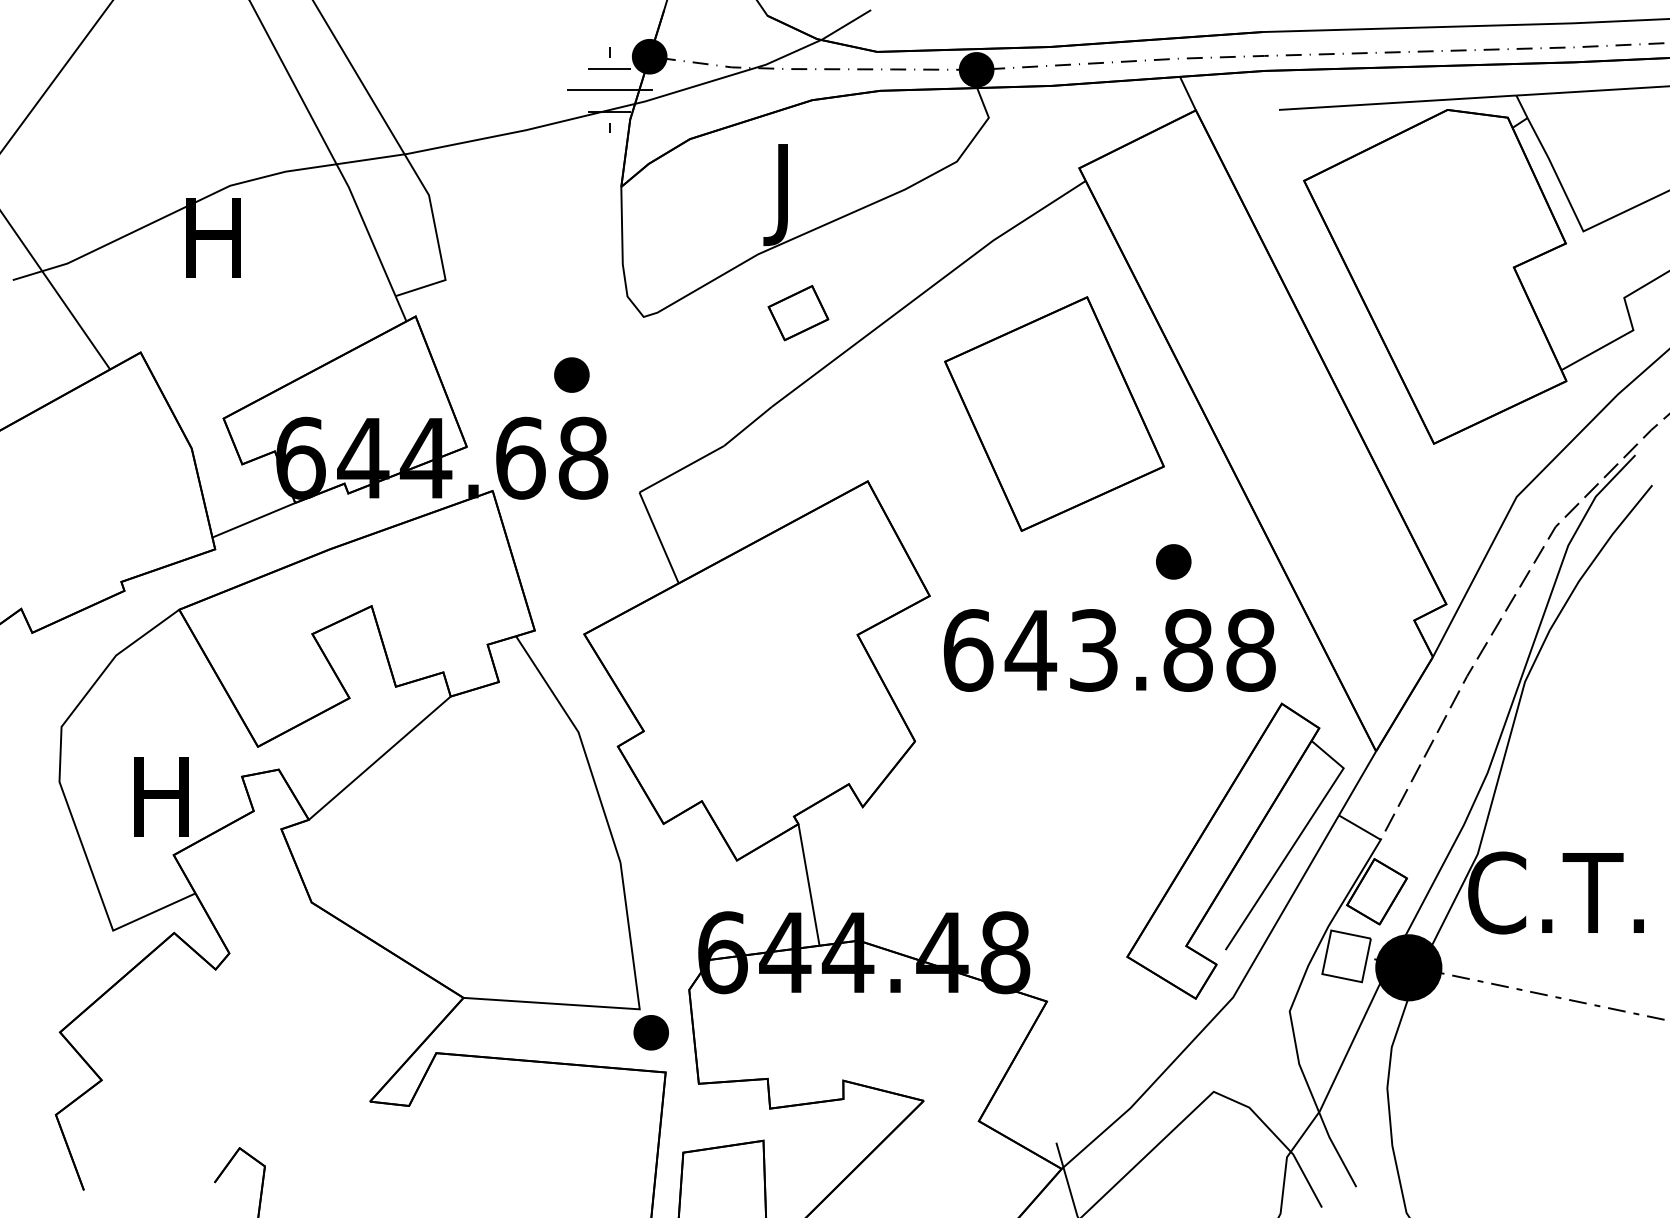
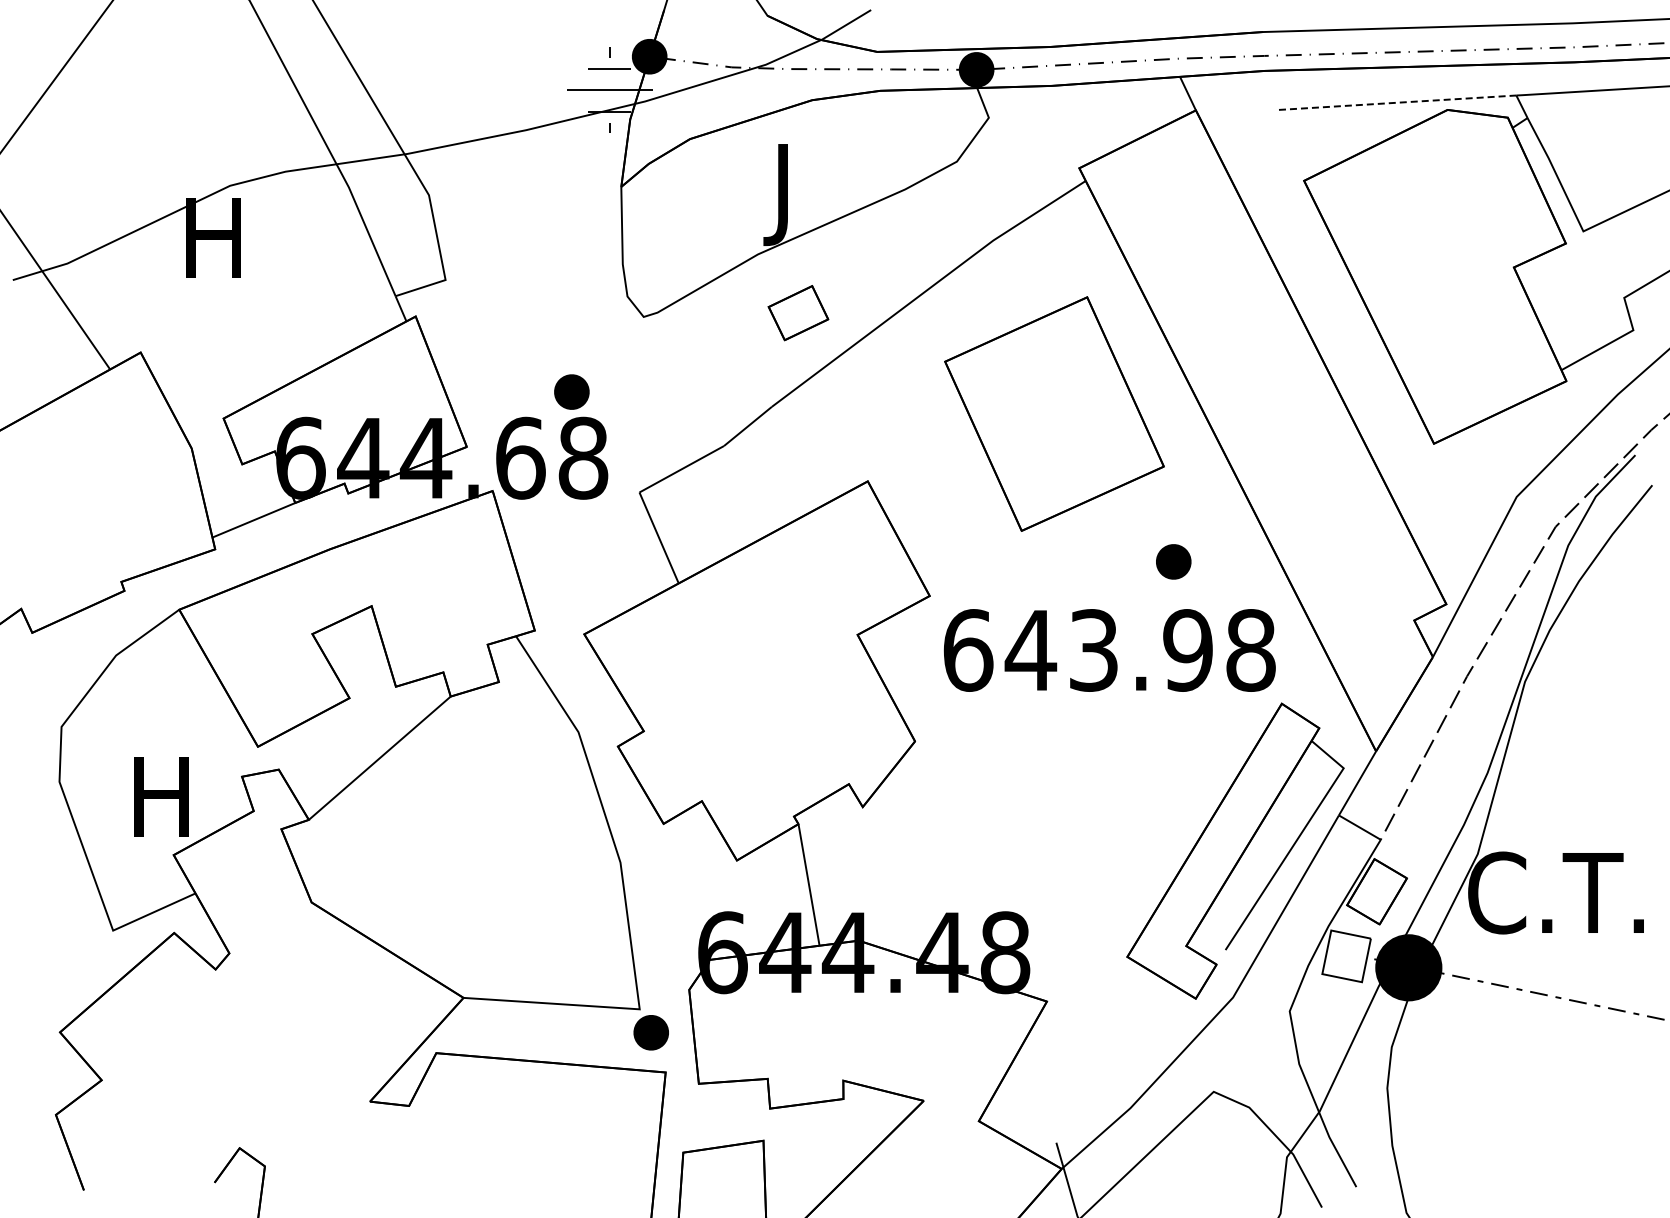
line at (1397, 102): solid -> dashed
part at (571, 374) position: (571, 374) -> (571, 391)
text at (1187, 650): 643.88 -> 643.98
